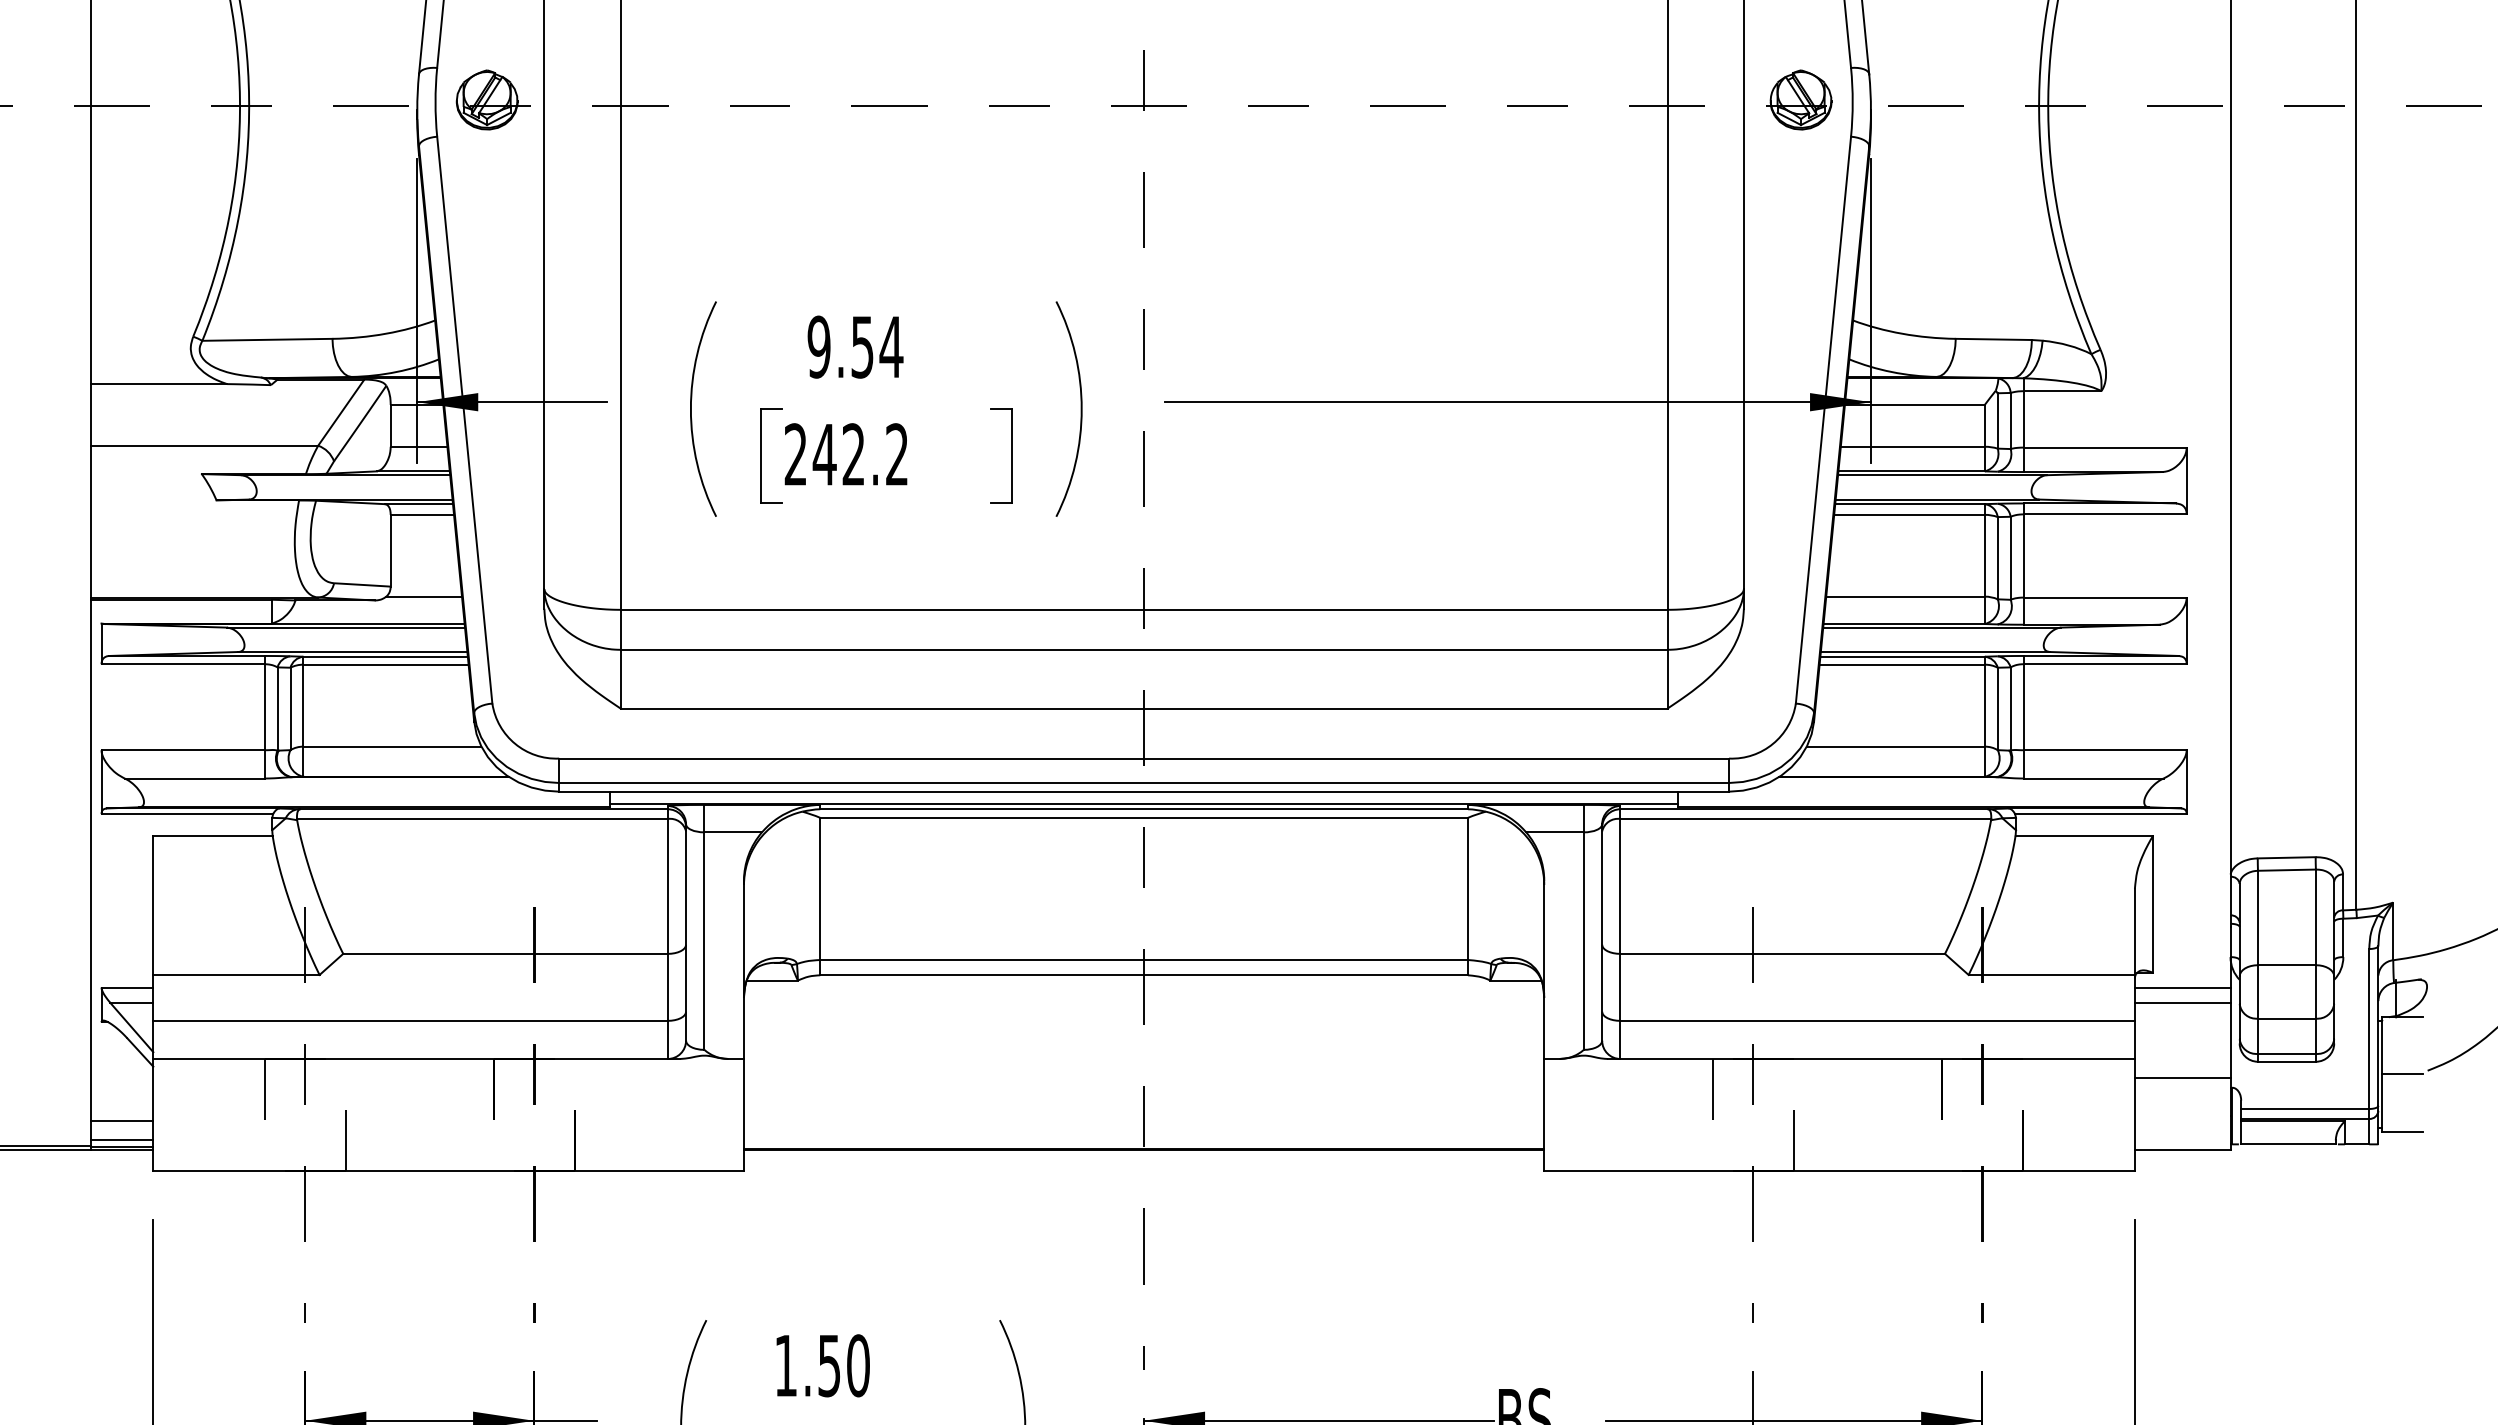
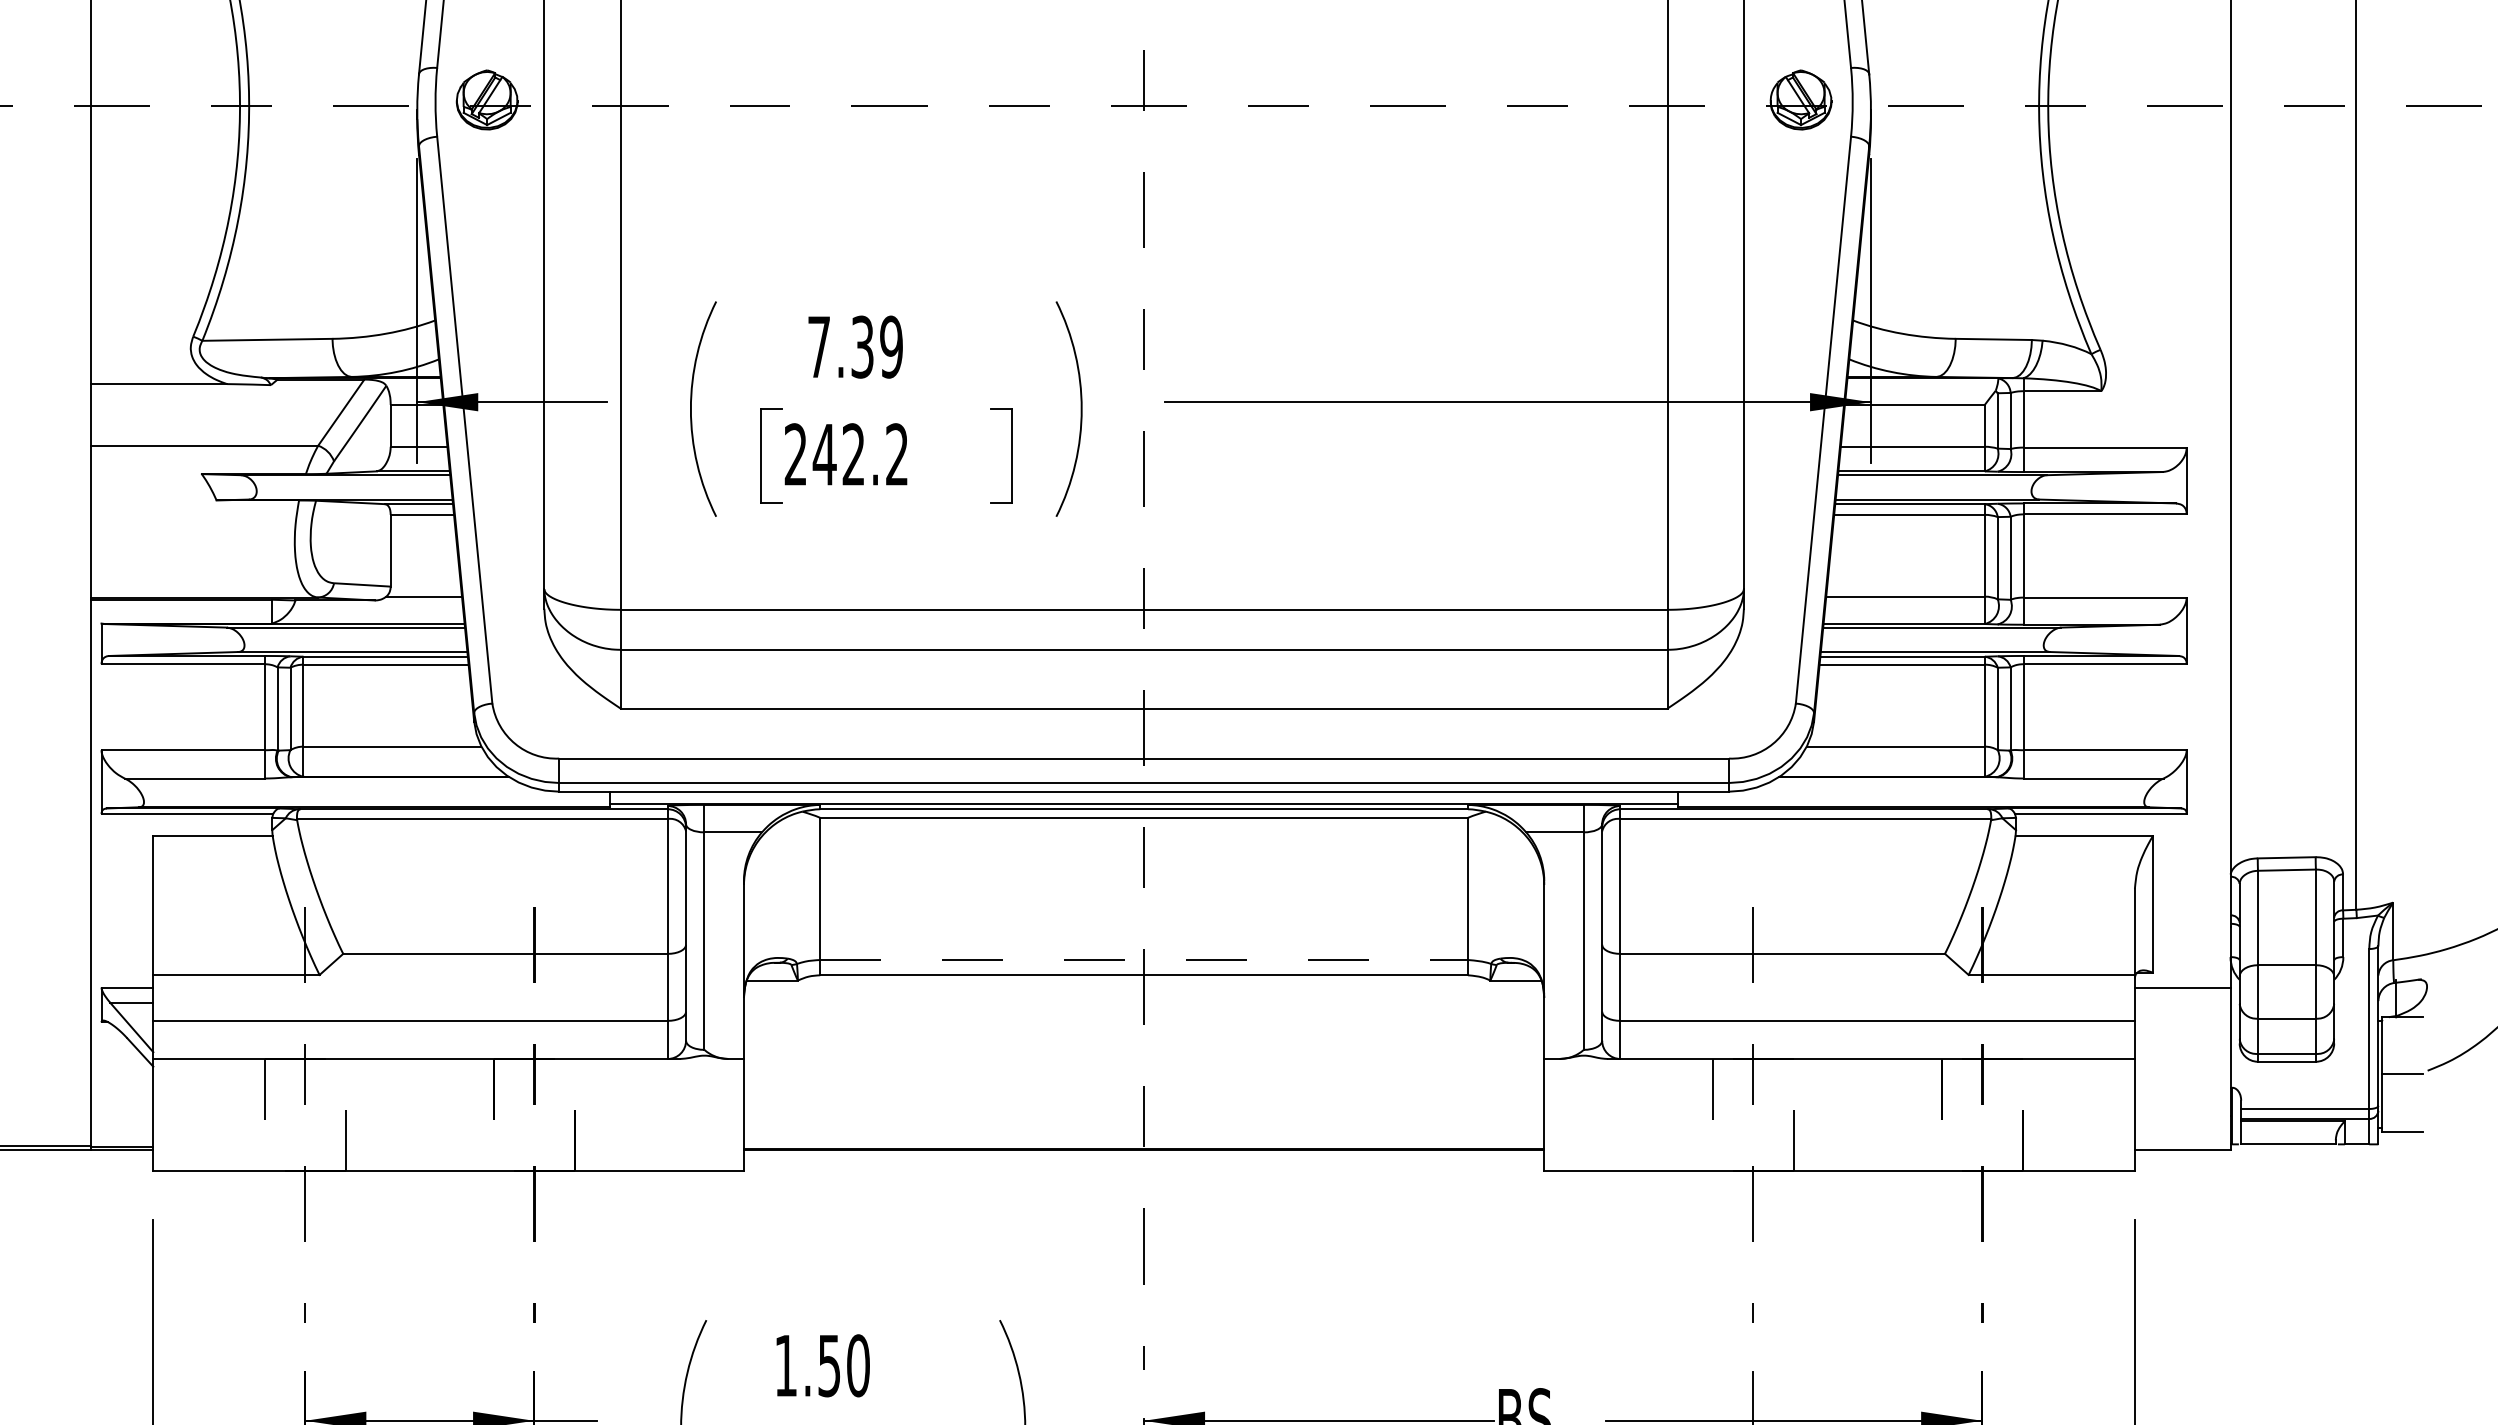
text at (855, 346): 9.54 -> 7.39
line at (1144, 960): solid -> dashed
line at (2182, 1002): present -> none
line at (2182, 1077): present -> none
line at (122, 1120): present -> none
line at (122, 1140): present -> none
